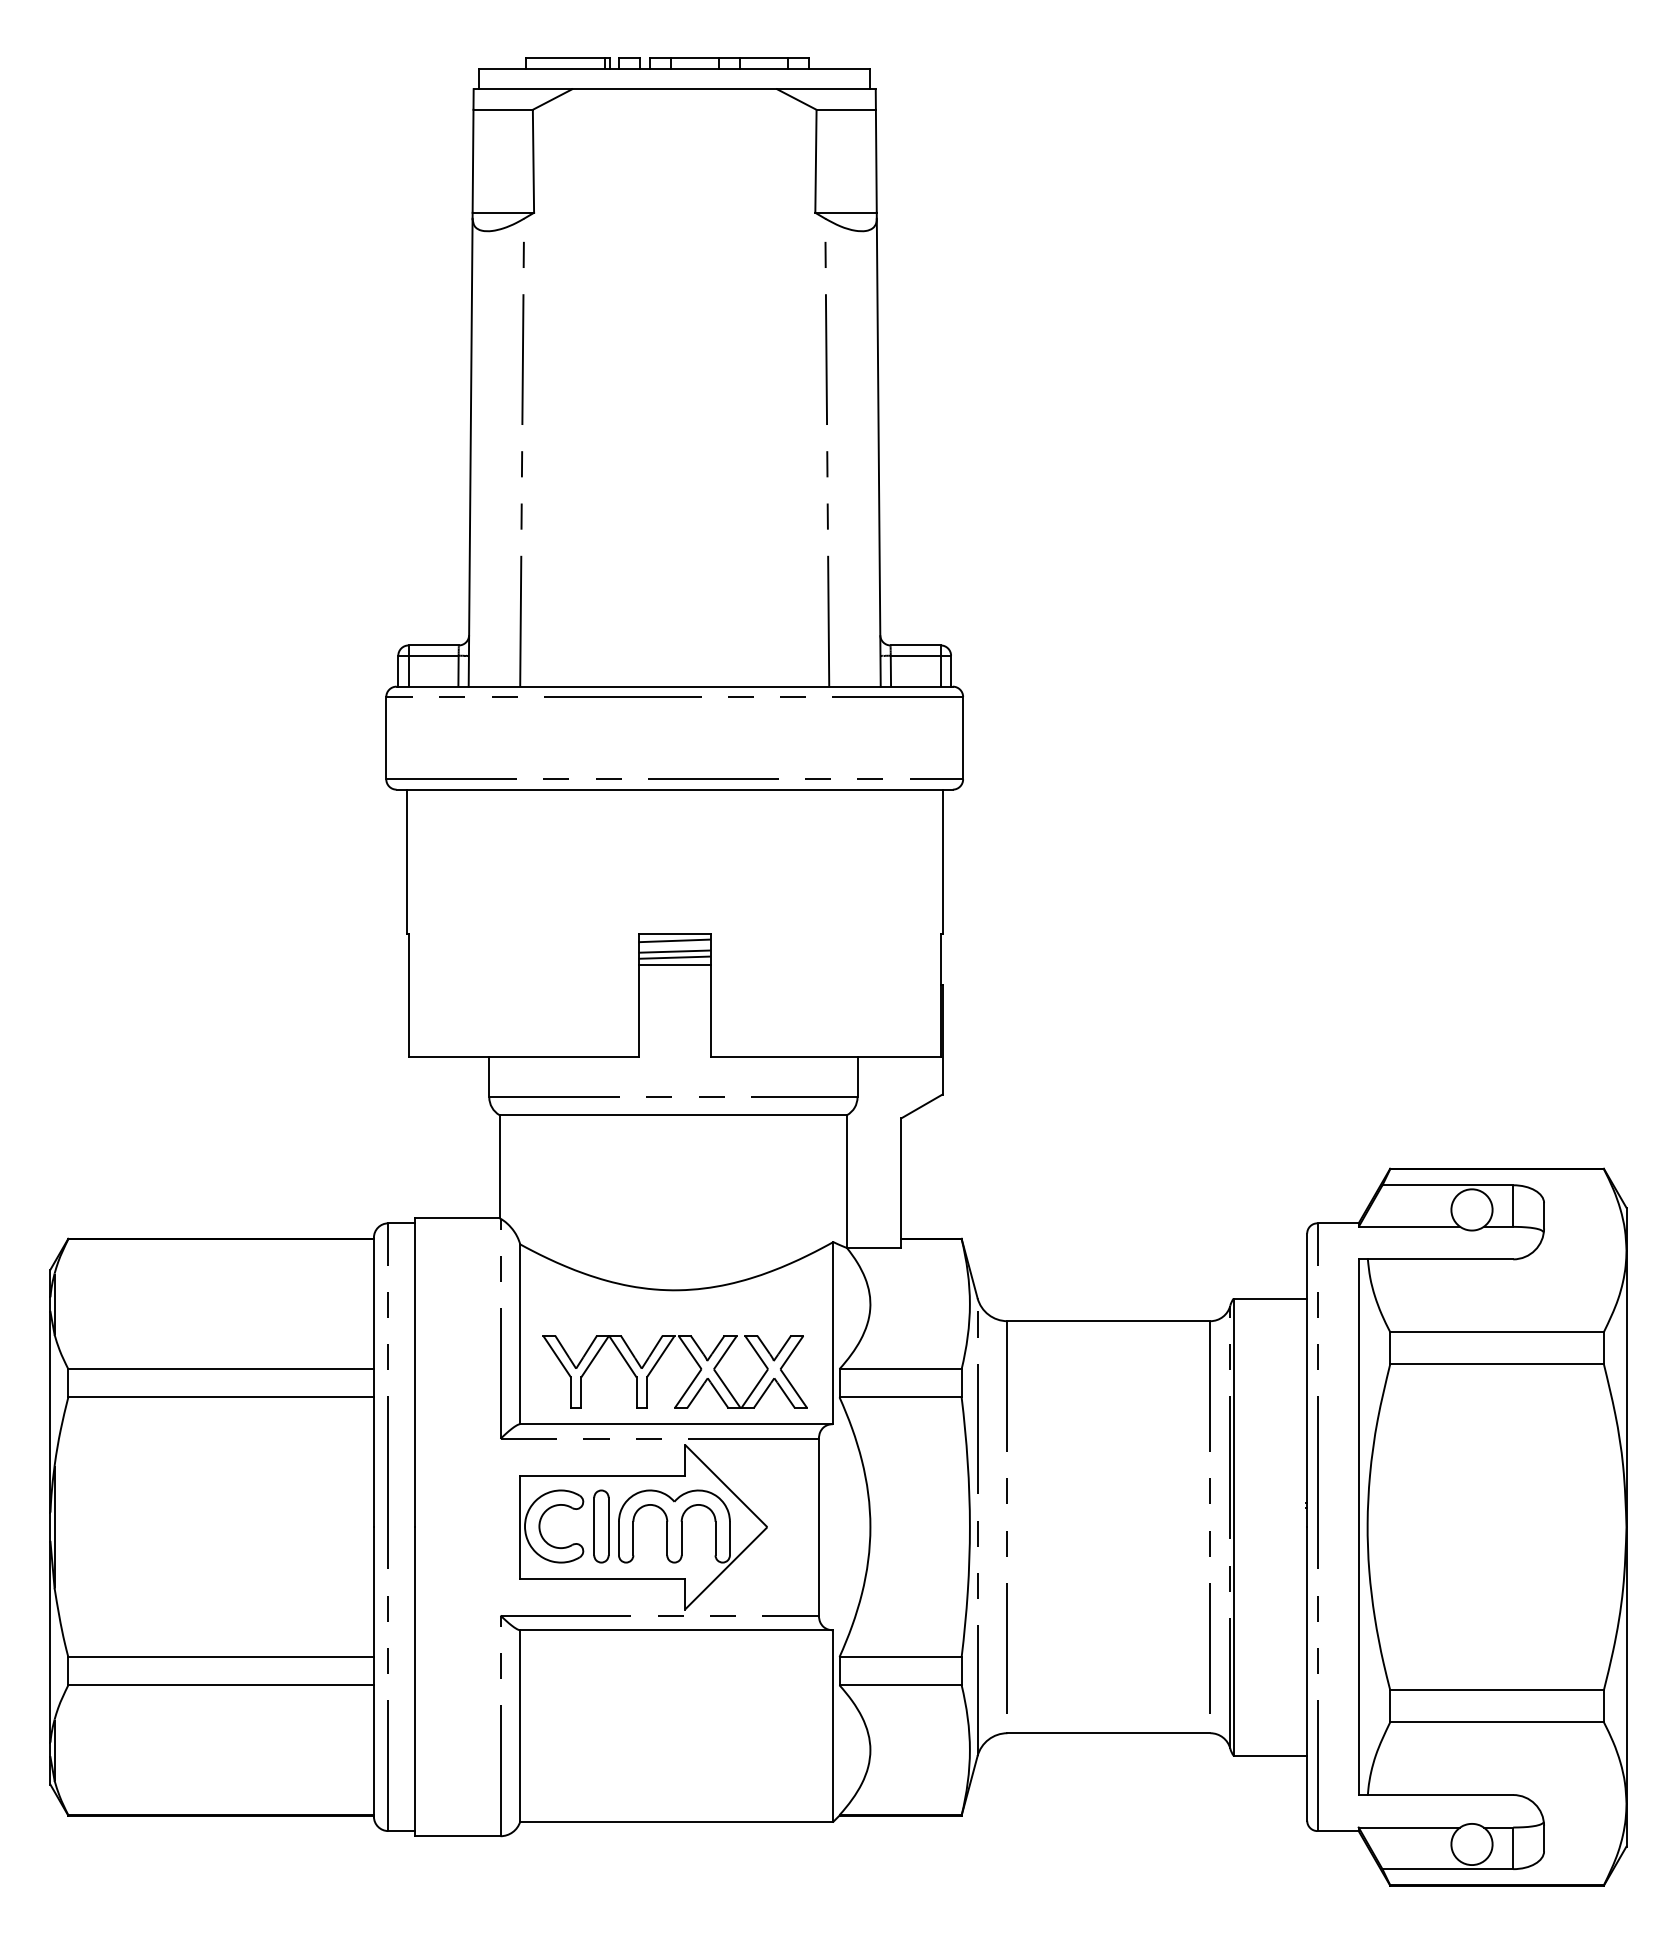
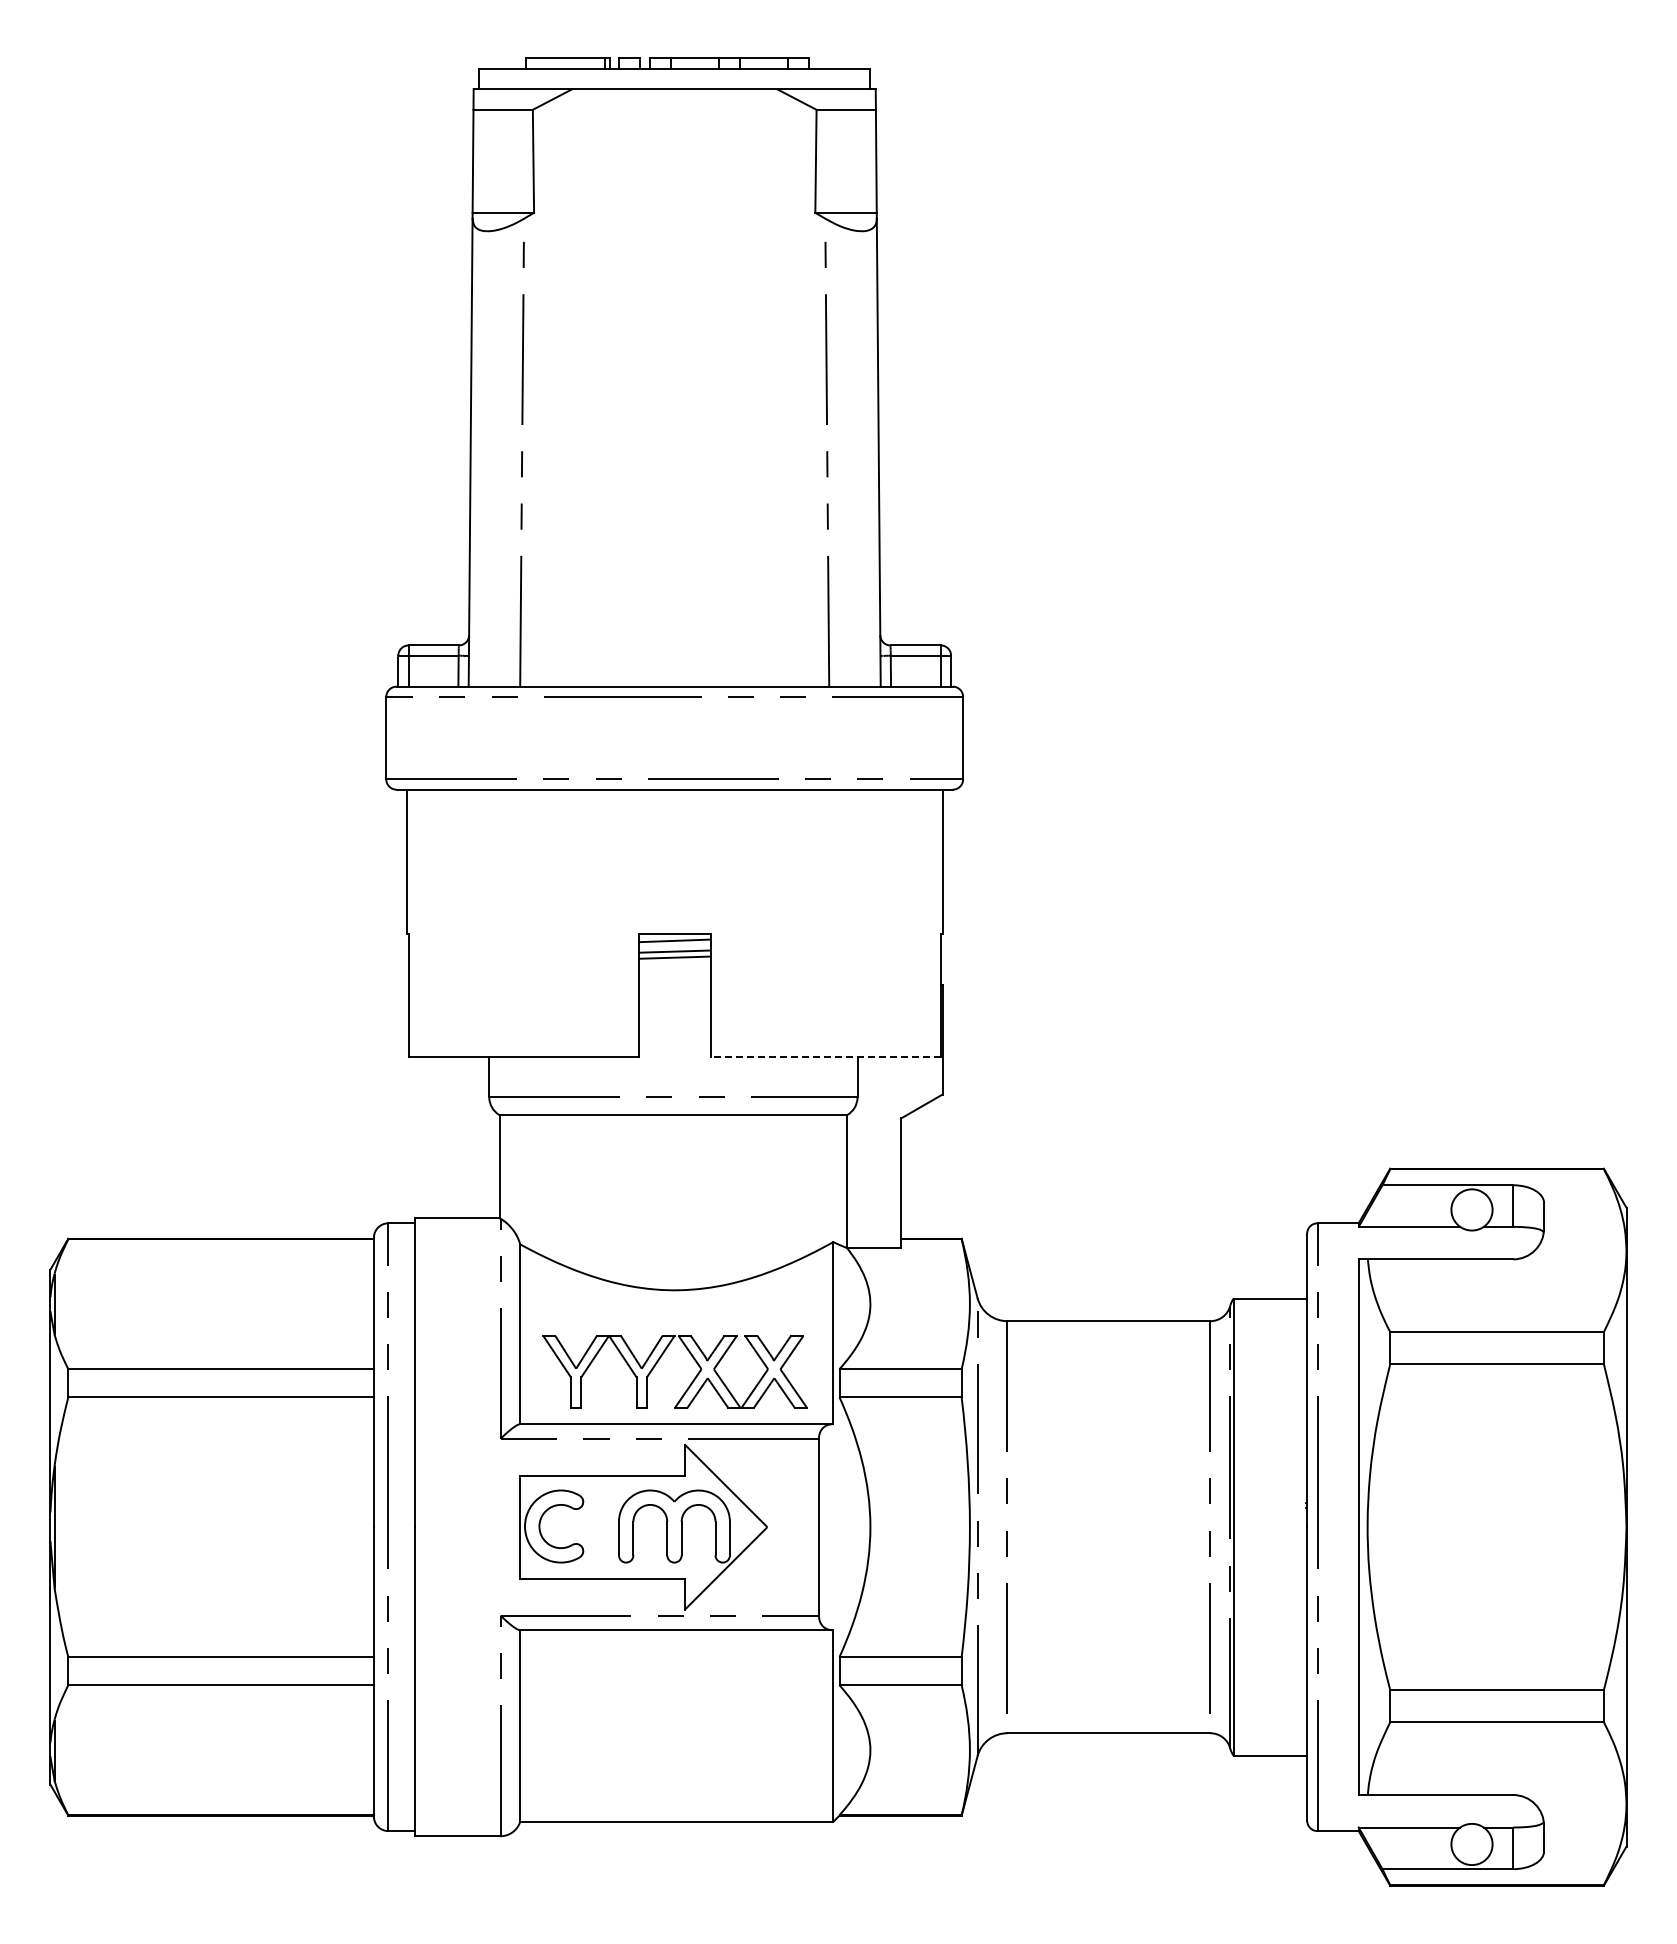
line at (674, 964): present -> none
line at (825, 1057): solid -> dashed
part at (601, 1526): present -> none
